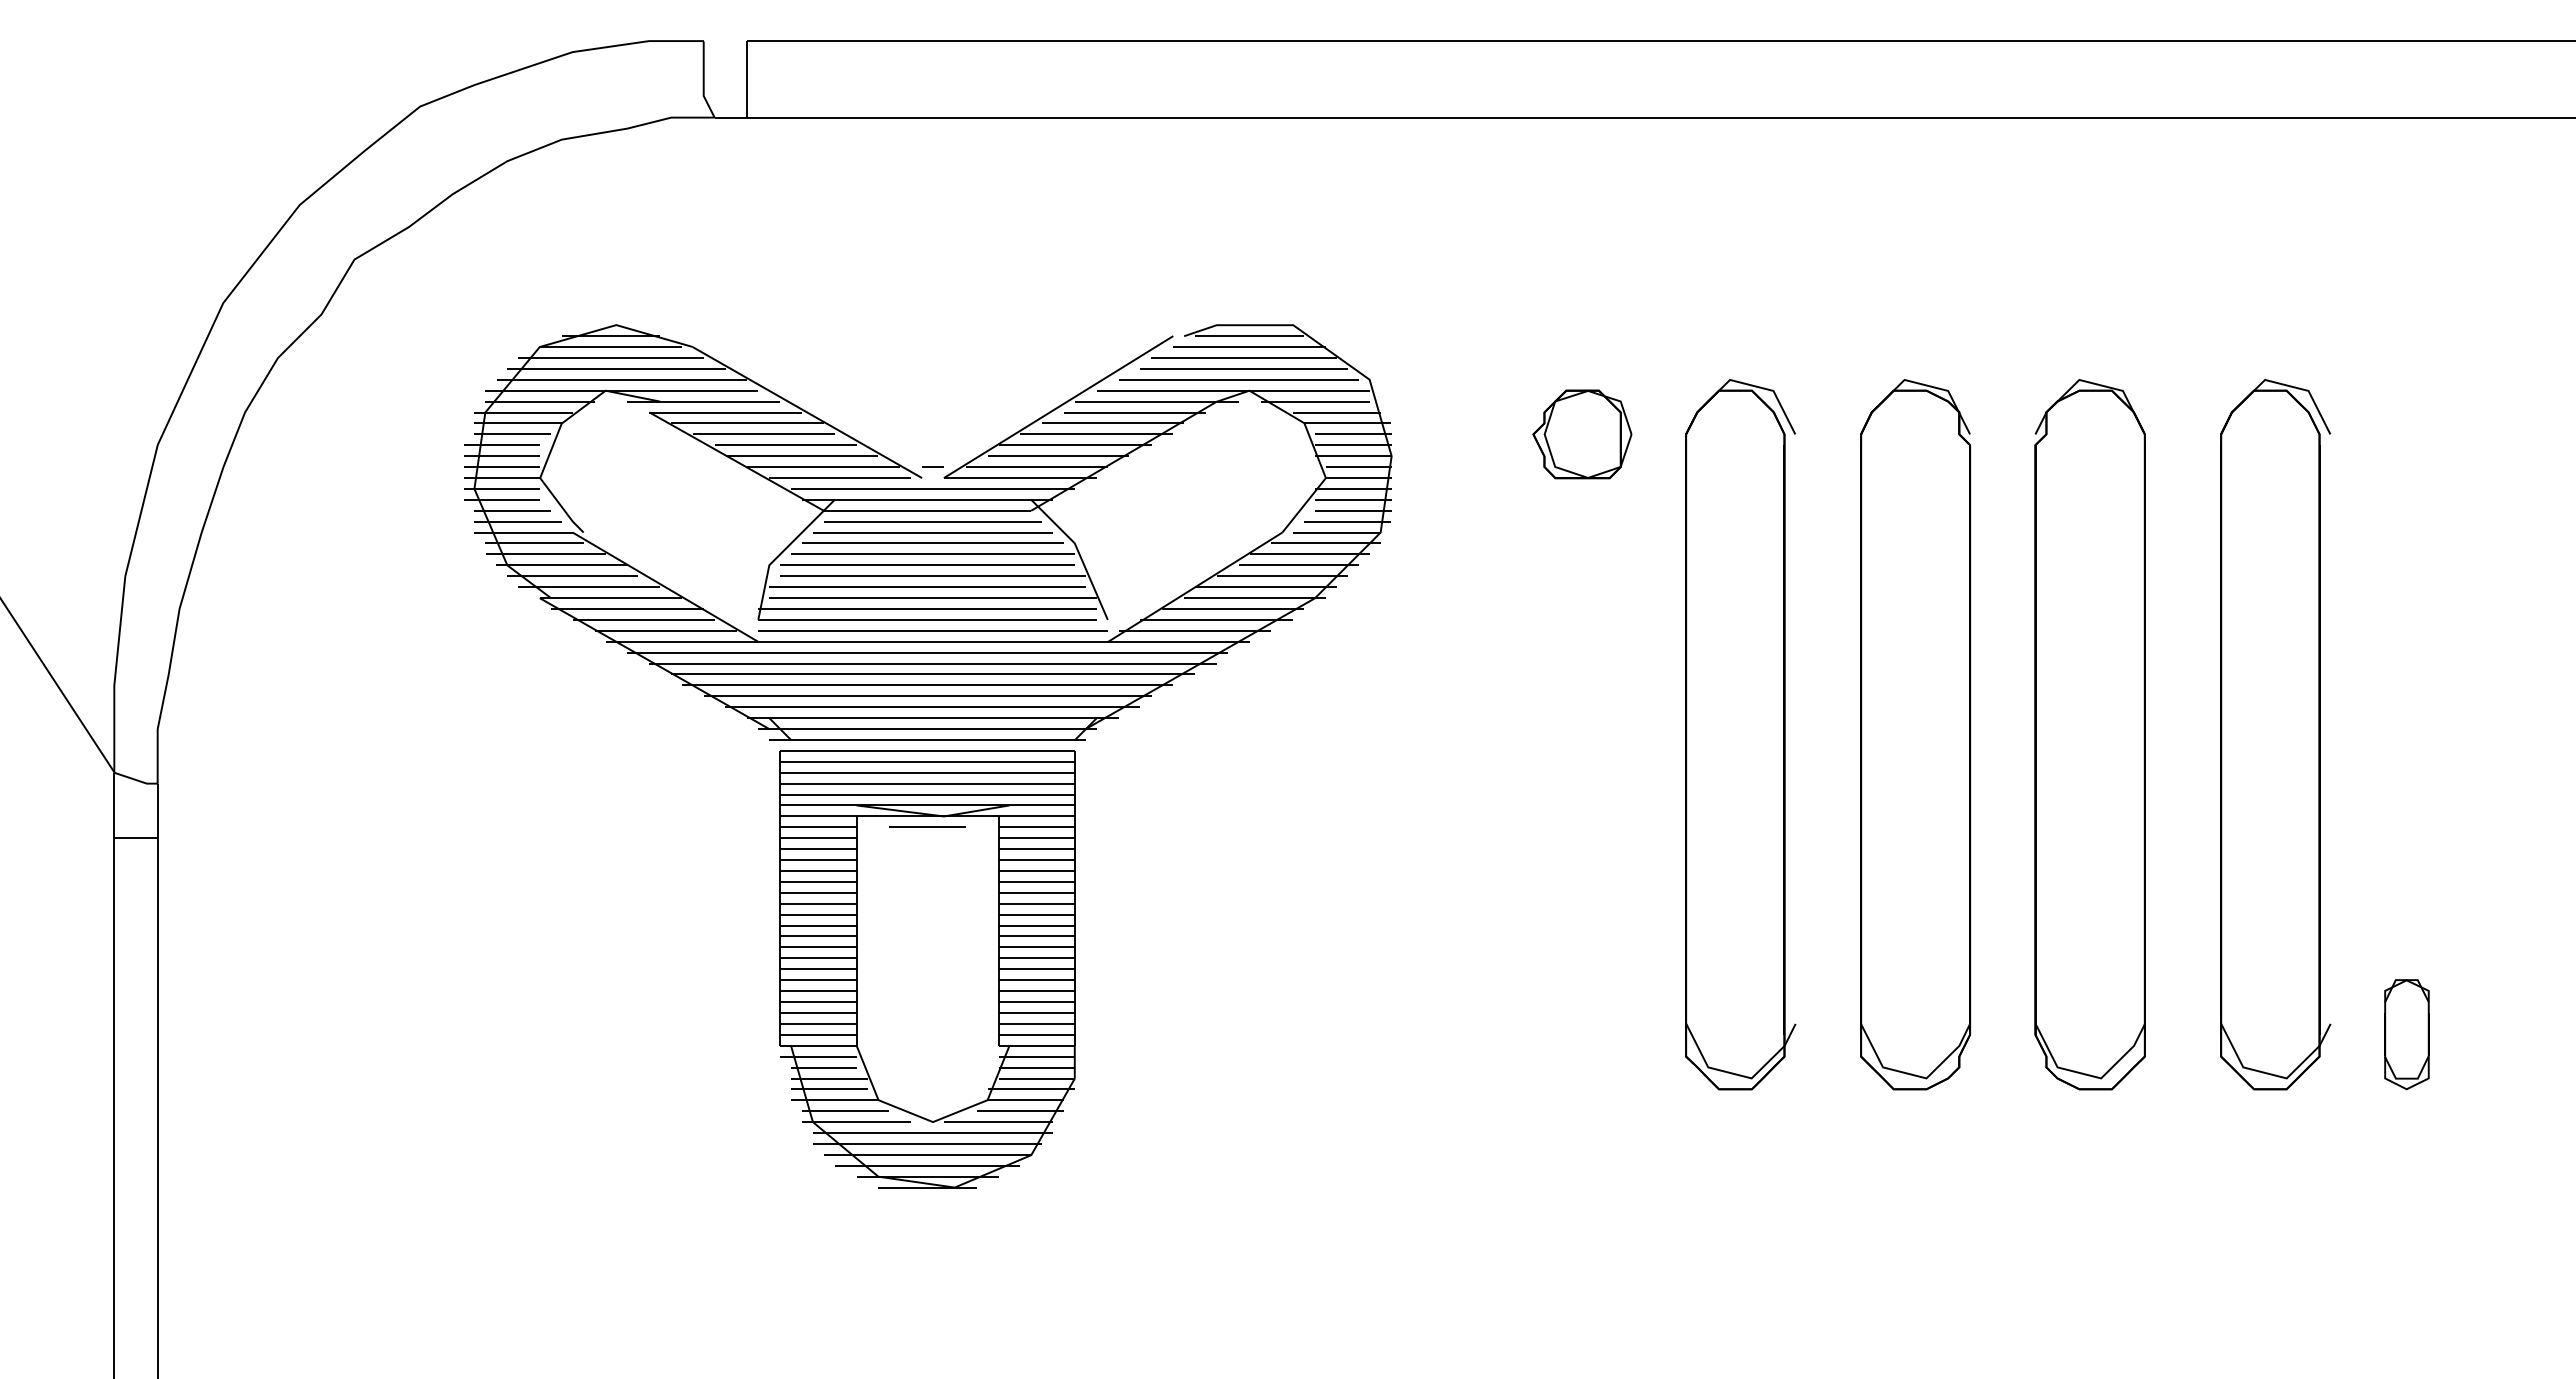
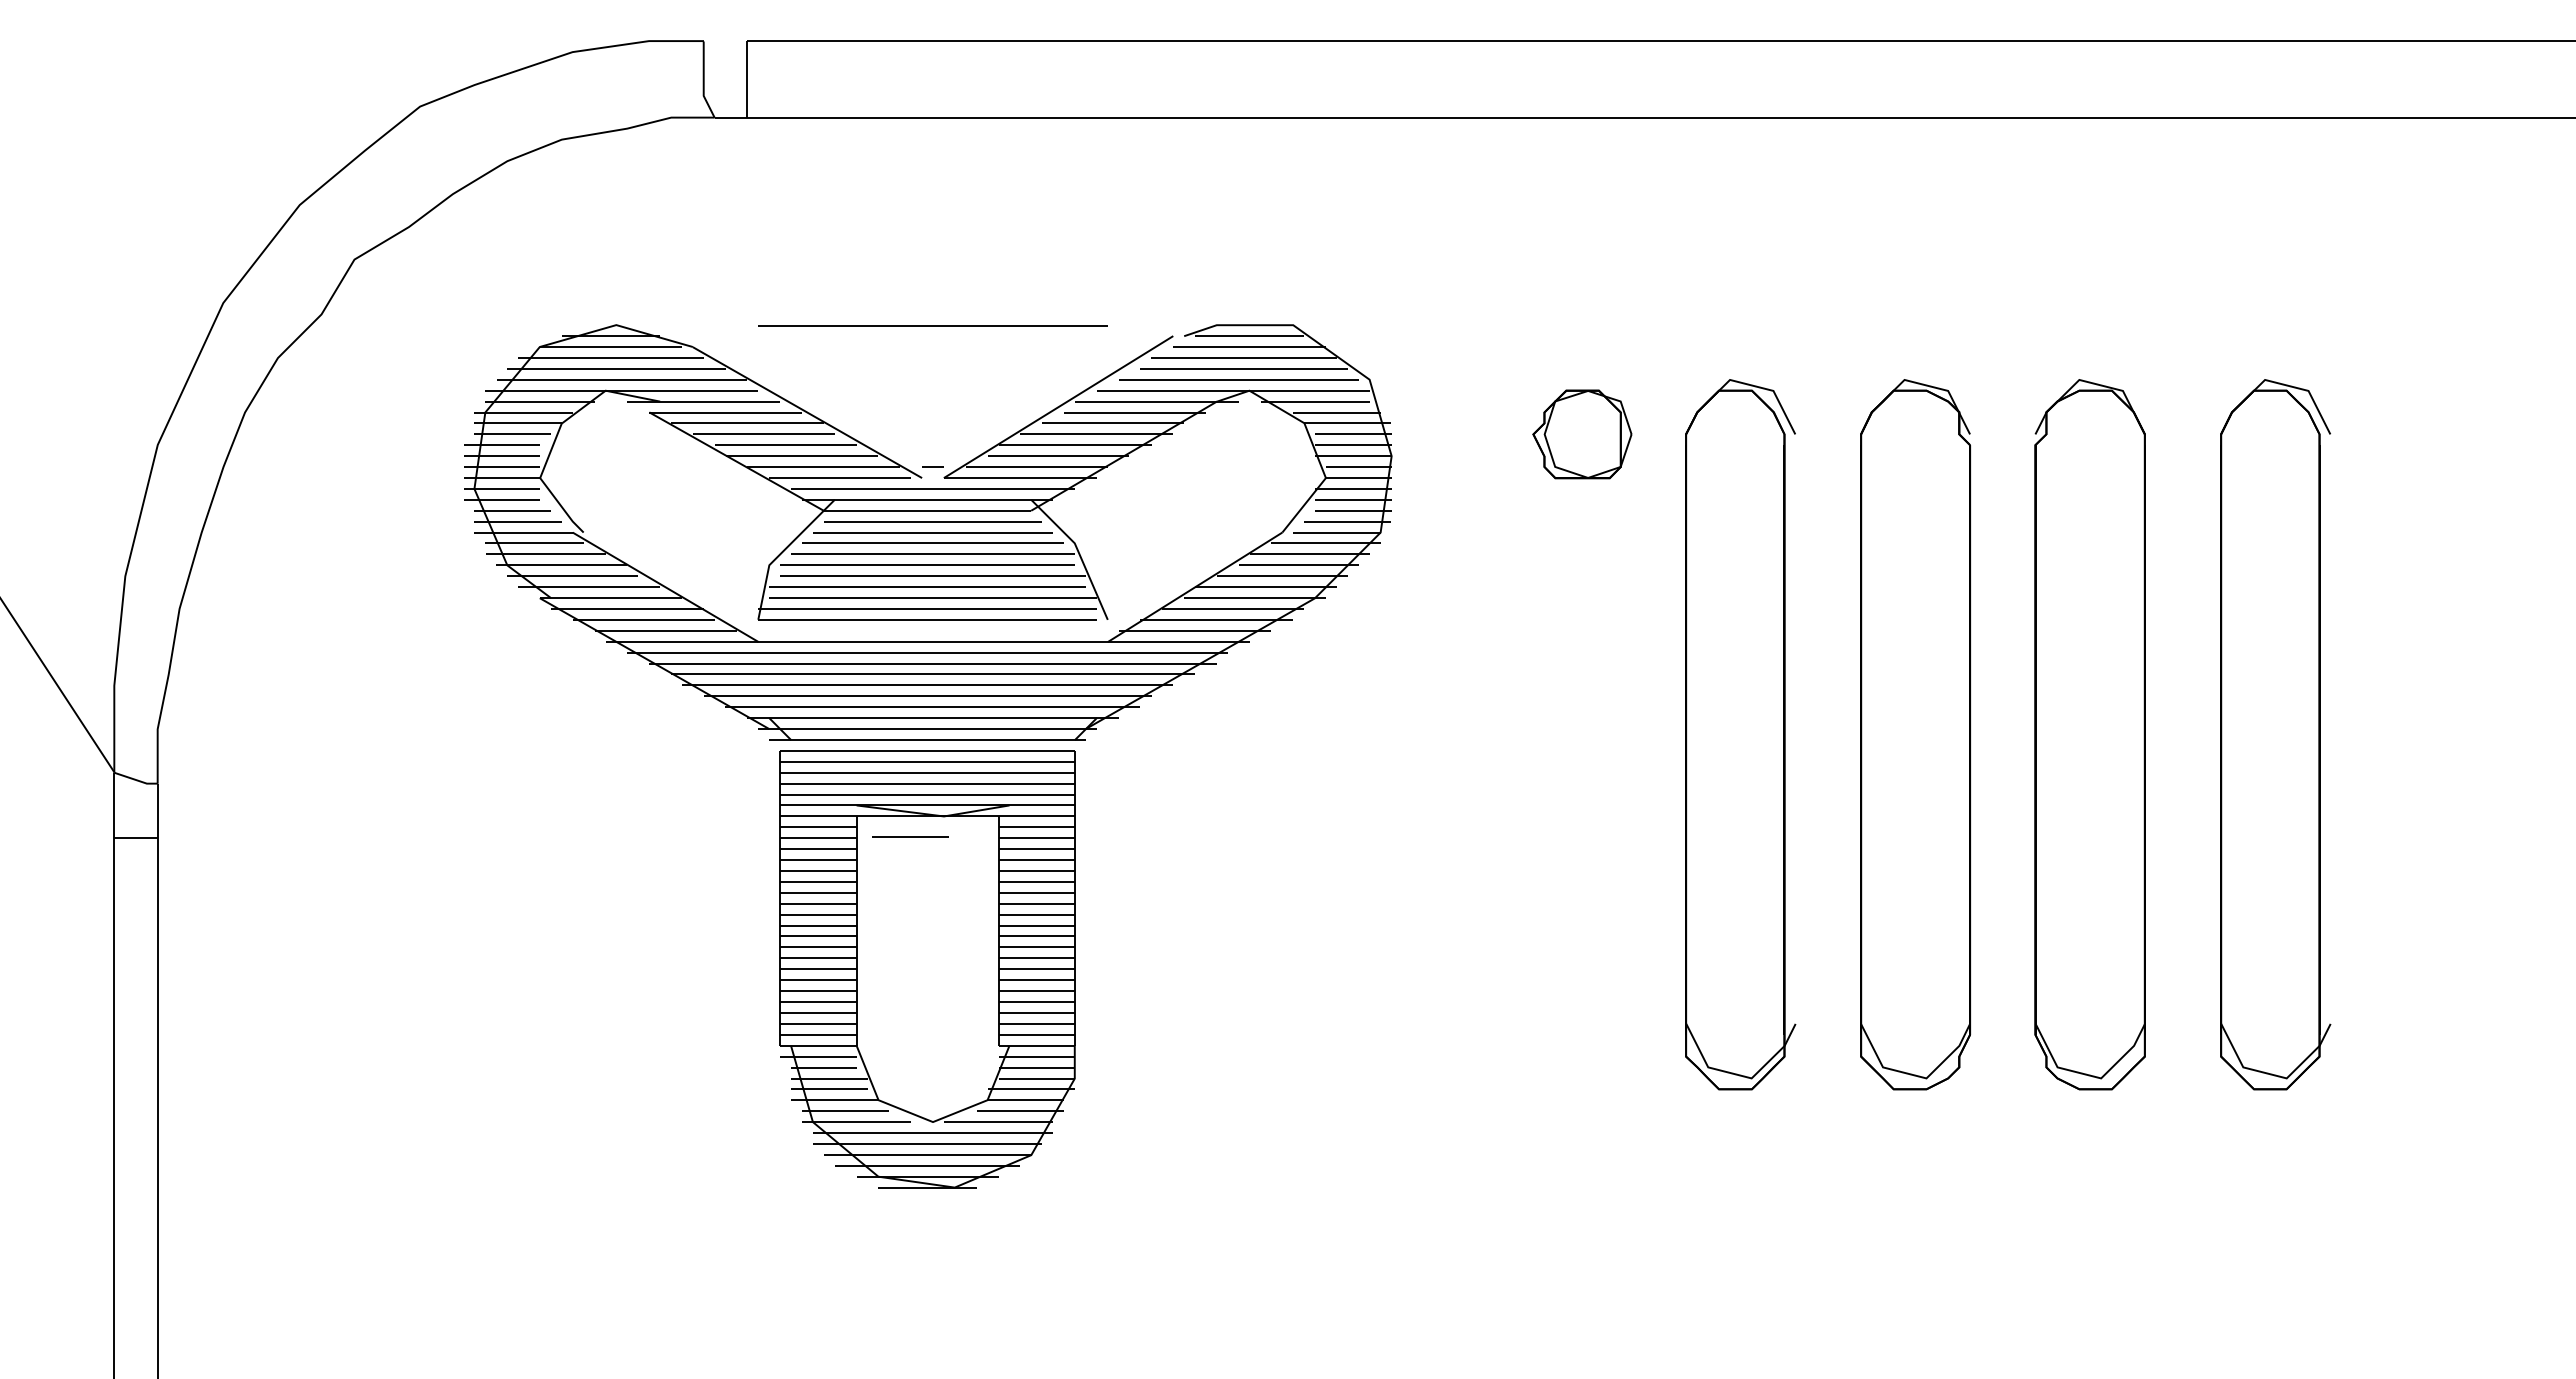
line at (932, 630) position: (932, 630) -> (932, 325)
line at (927, 826) position: (927, 826) -> (910, 836)
part at (2406, 1034): present -> none
